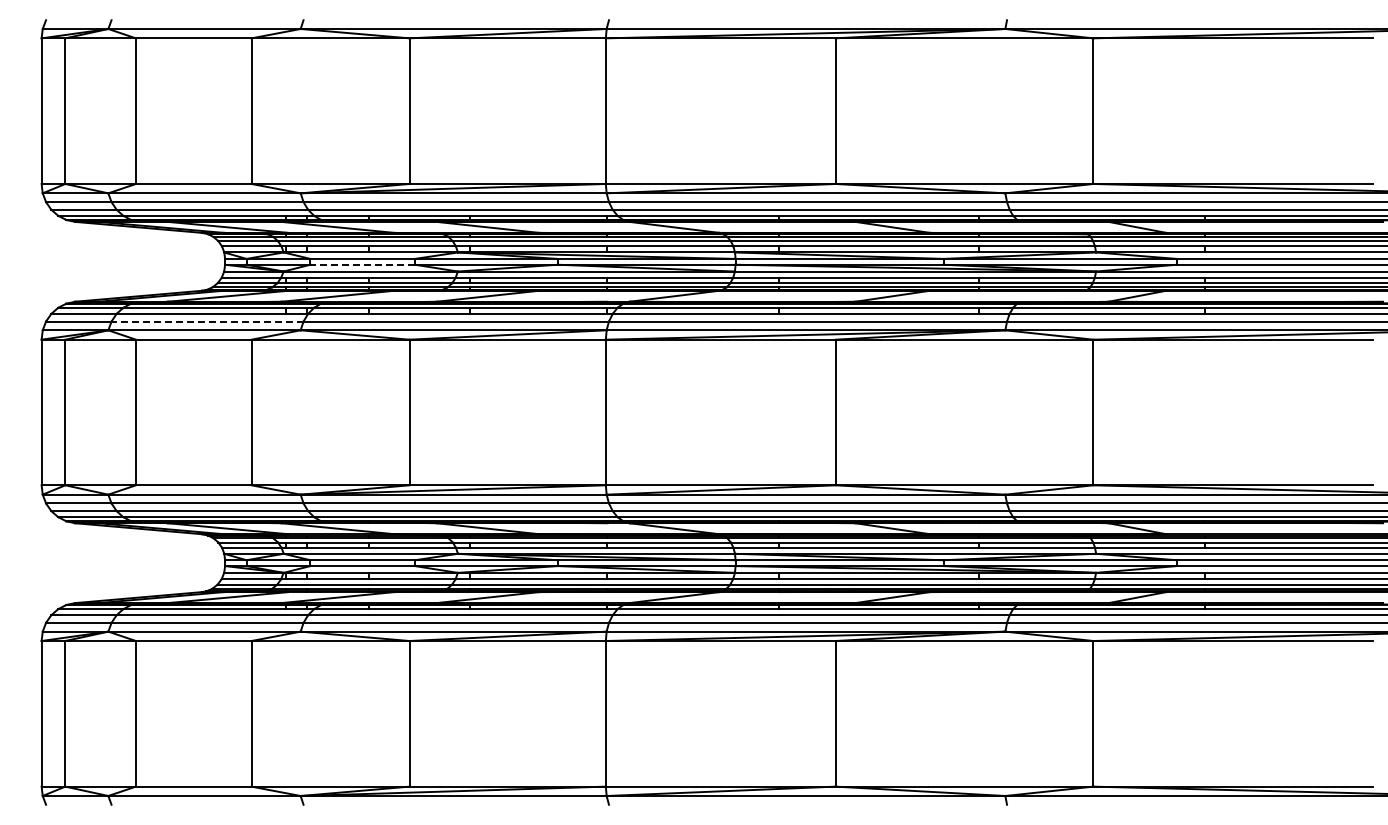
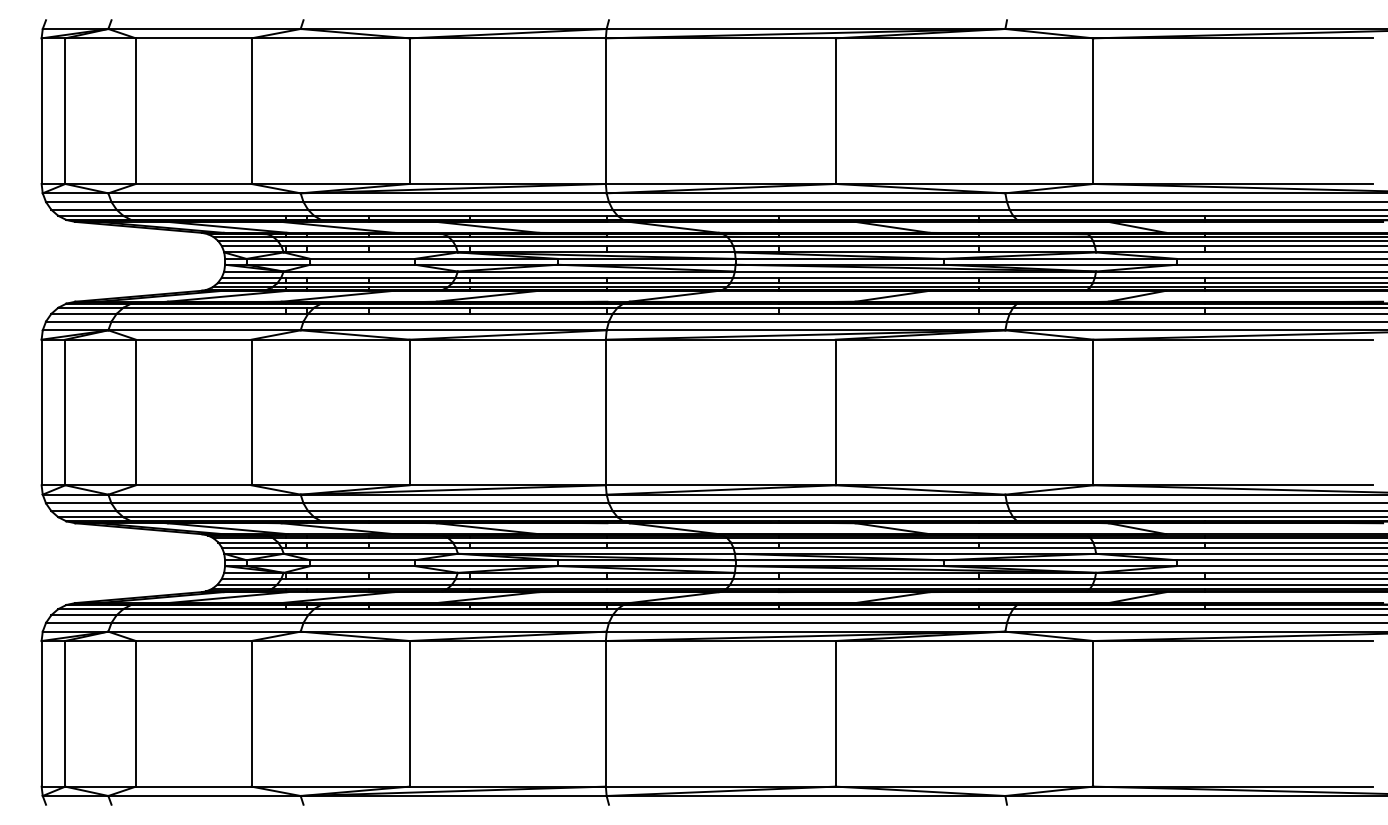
line at (362, 264): dashed -> solid
line at (207, 321): dashed -> solid
